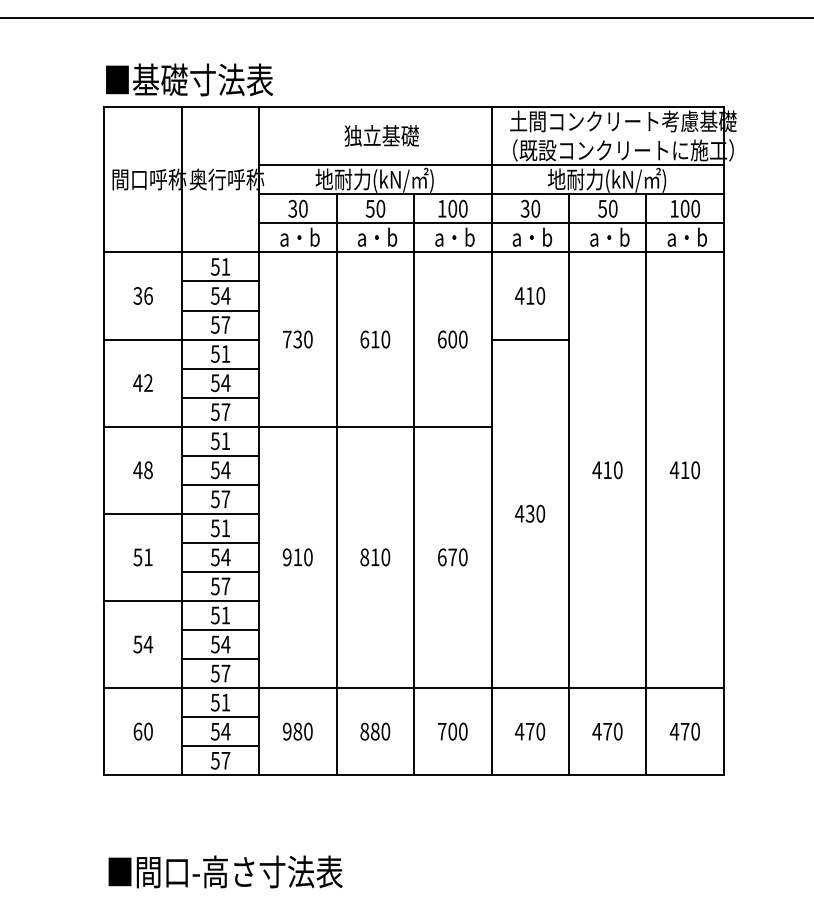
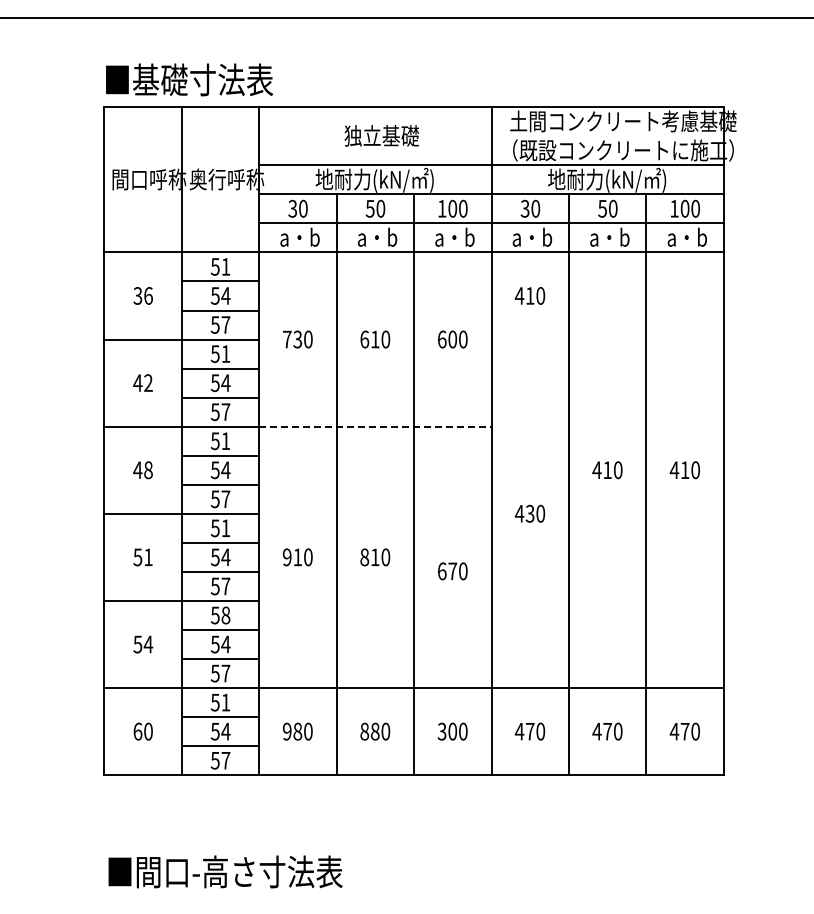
line at (529, 339): present -> none
line at (375, 426): solid -> dashed
text at (452, 557) position: (452, 557) -> (452, 571)
text at (225, 615): 51 -> 58
text at (441, 731): 700 -> 300
